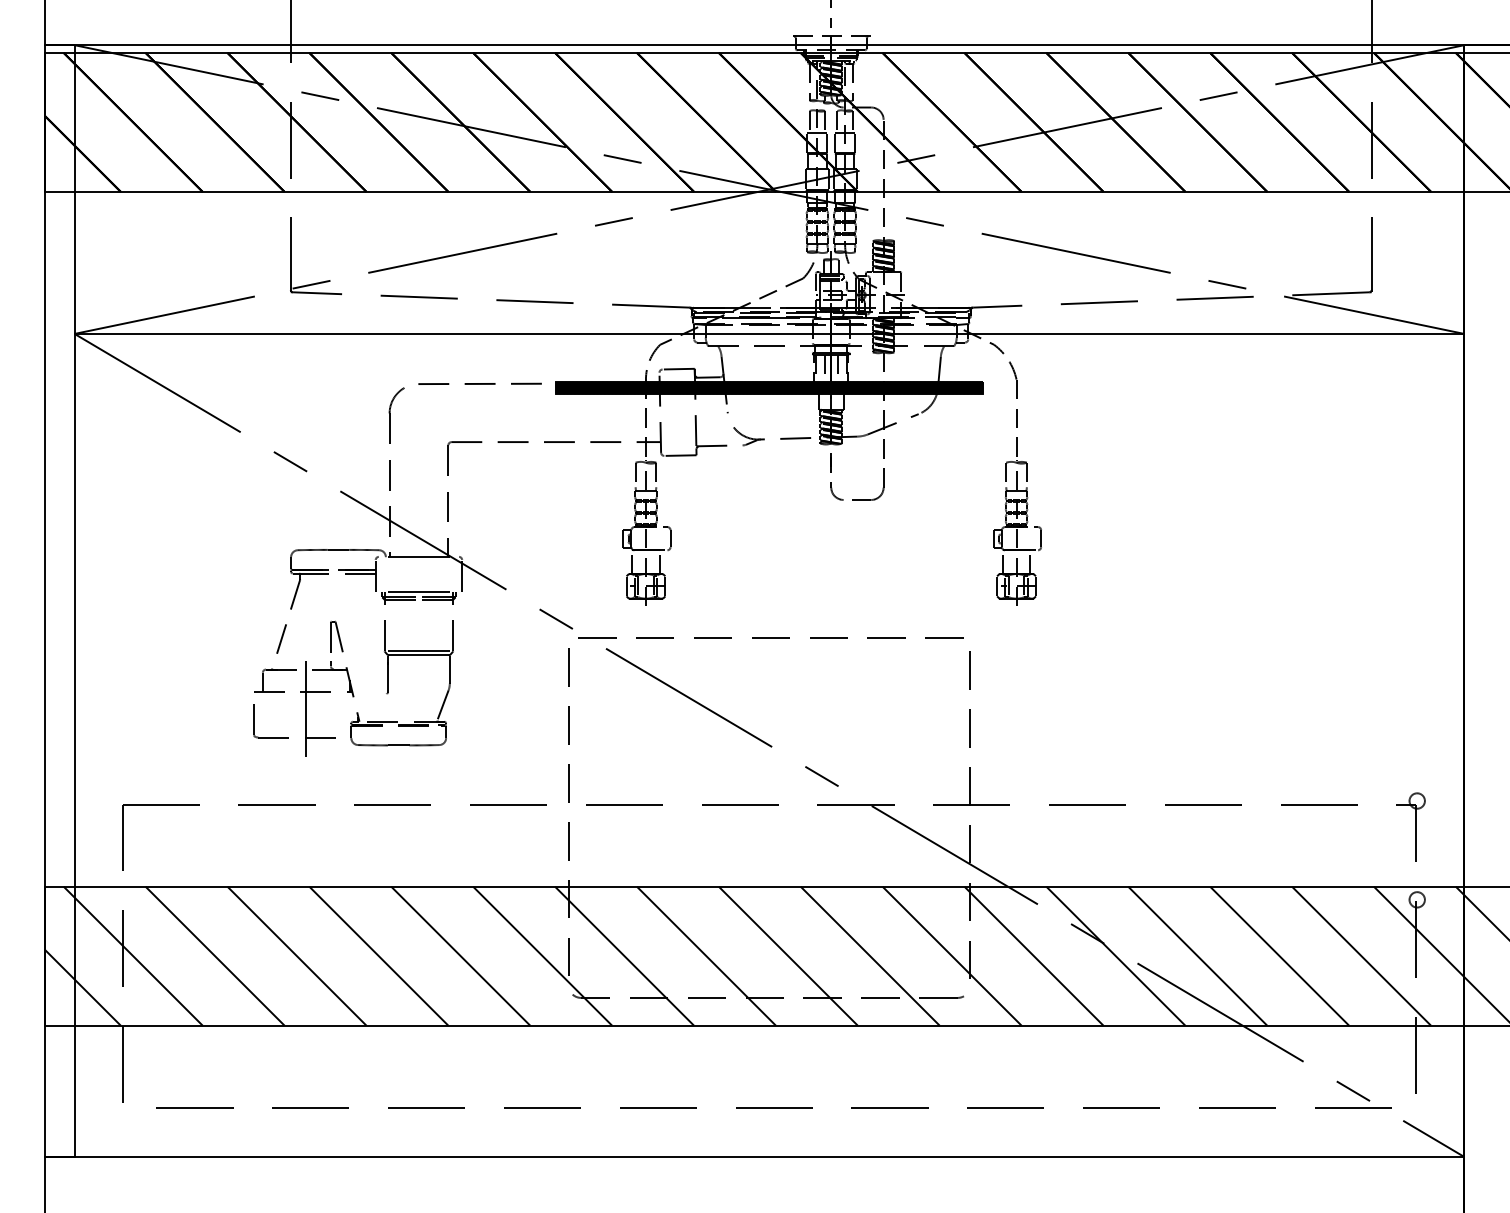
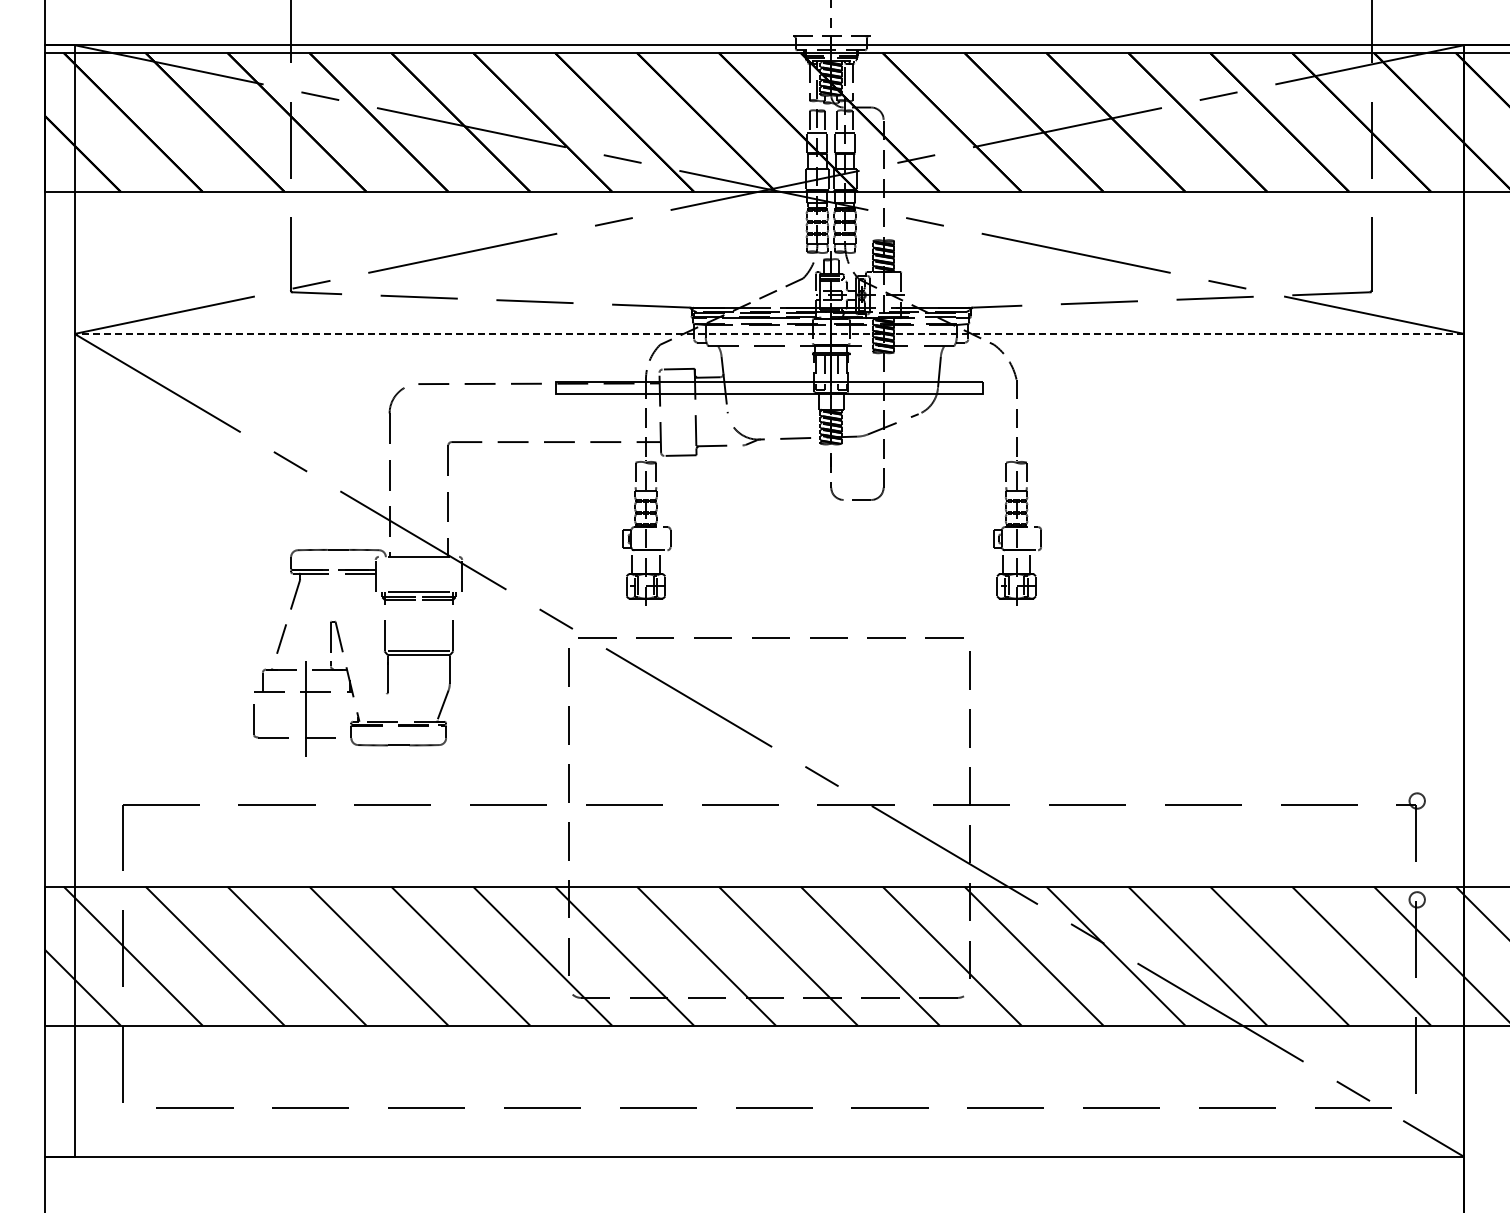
line at (769, 333): solid -> dashed
hatch at (769, 387): present -> none
